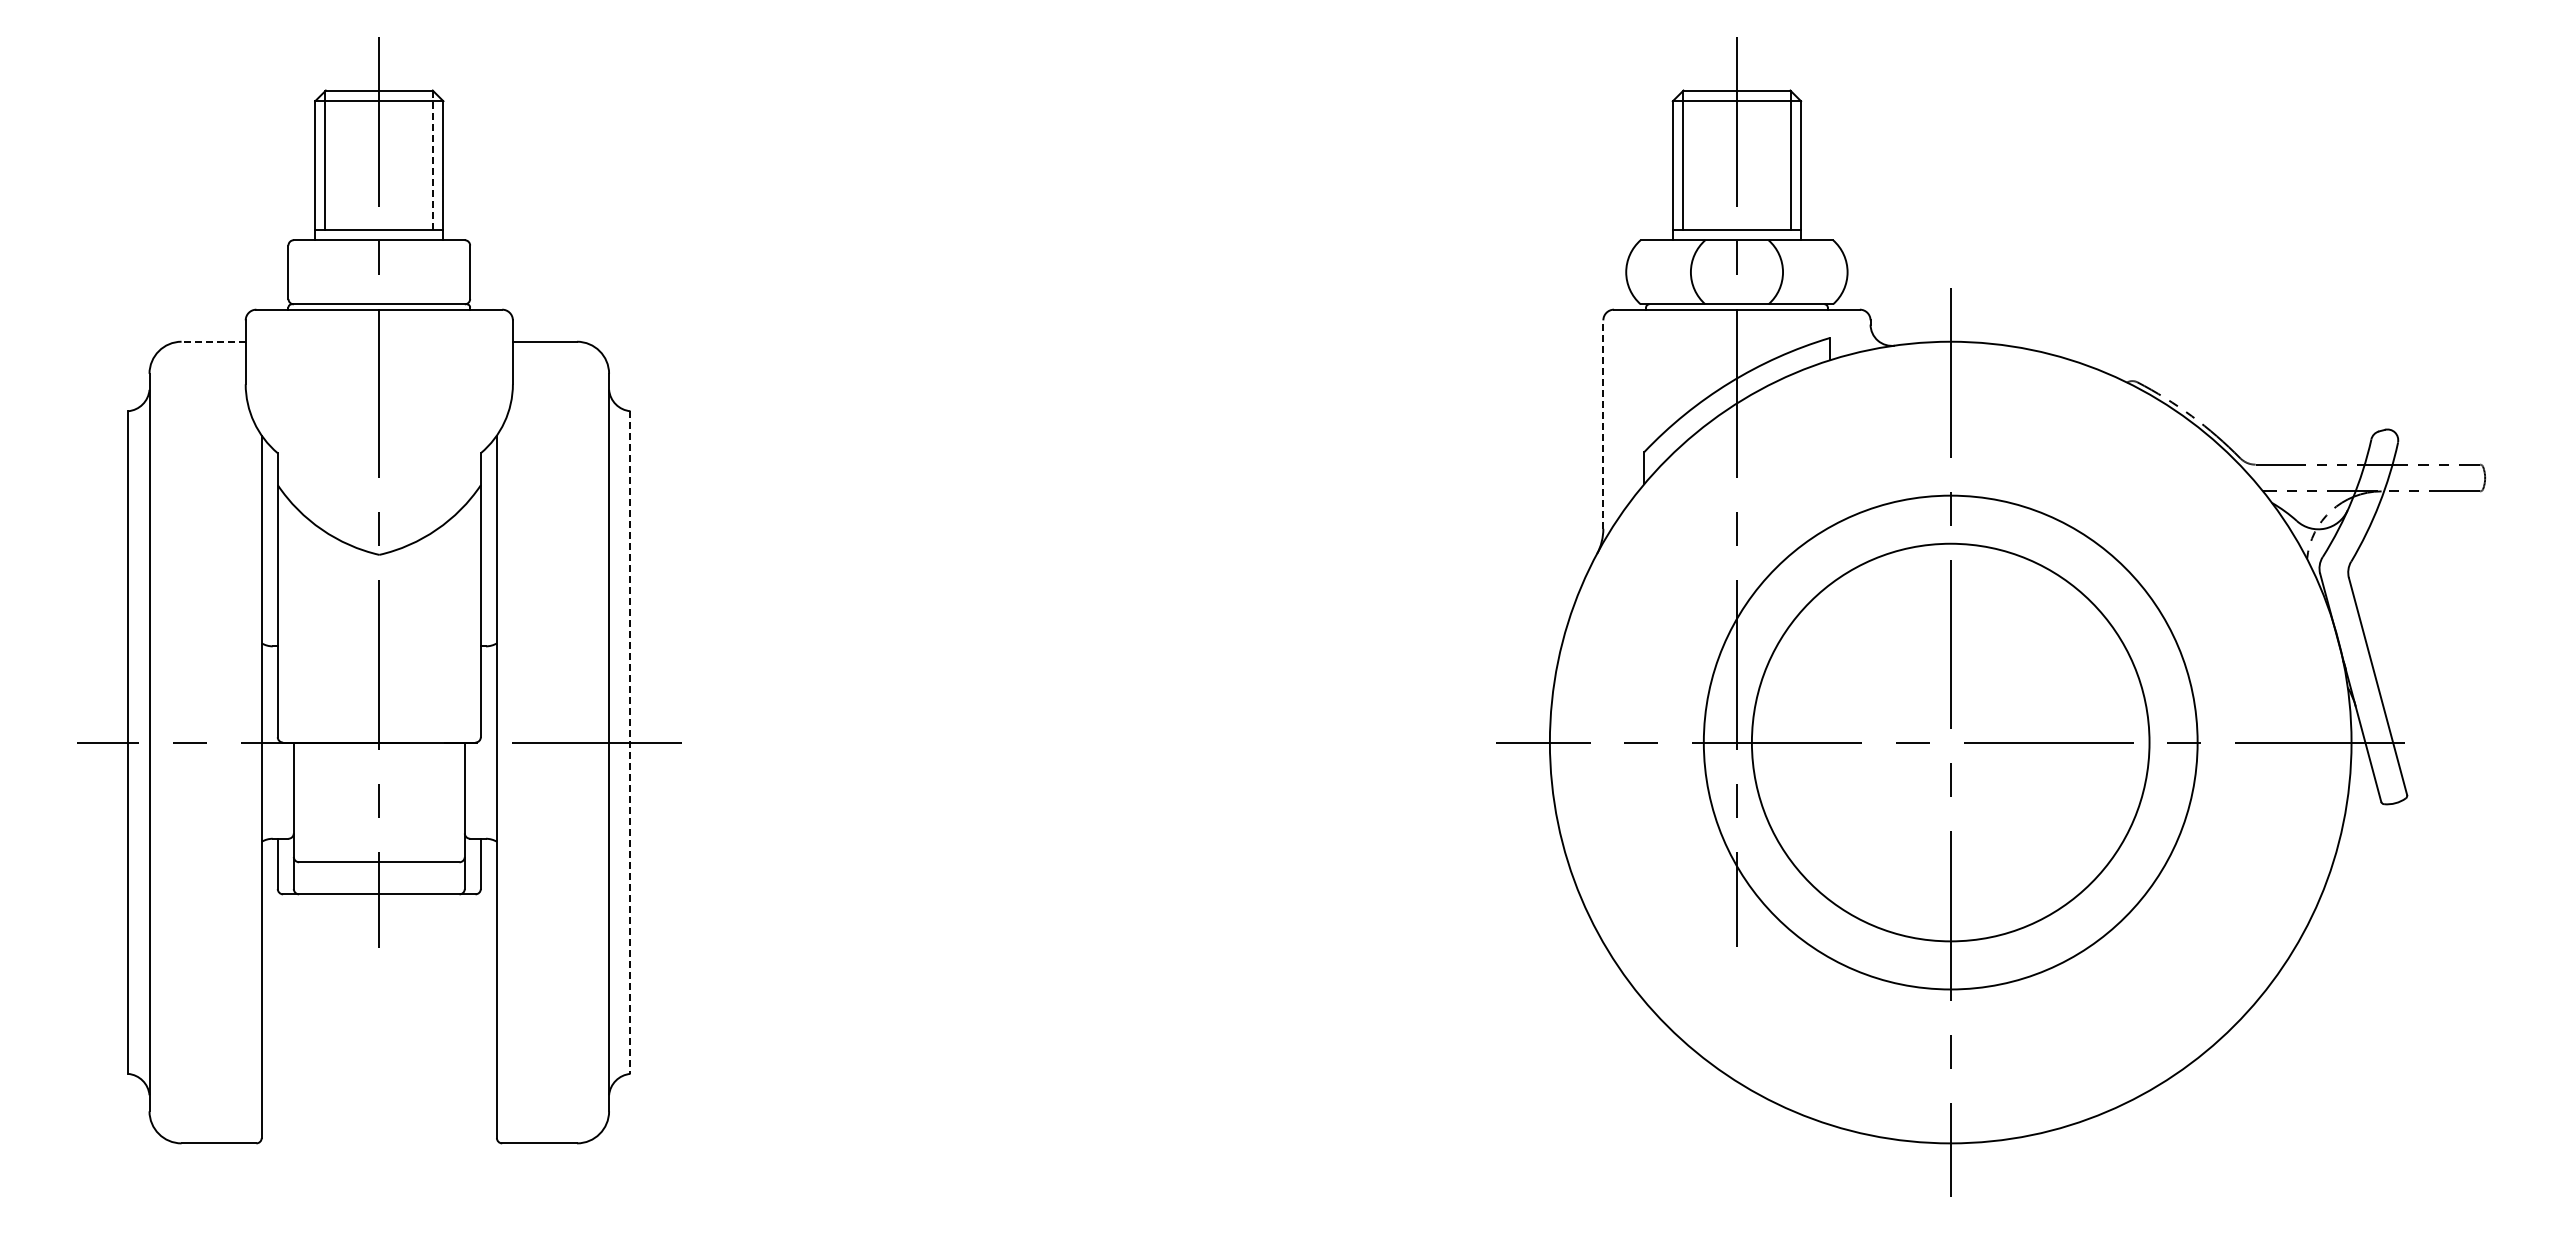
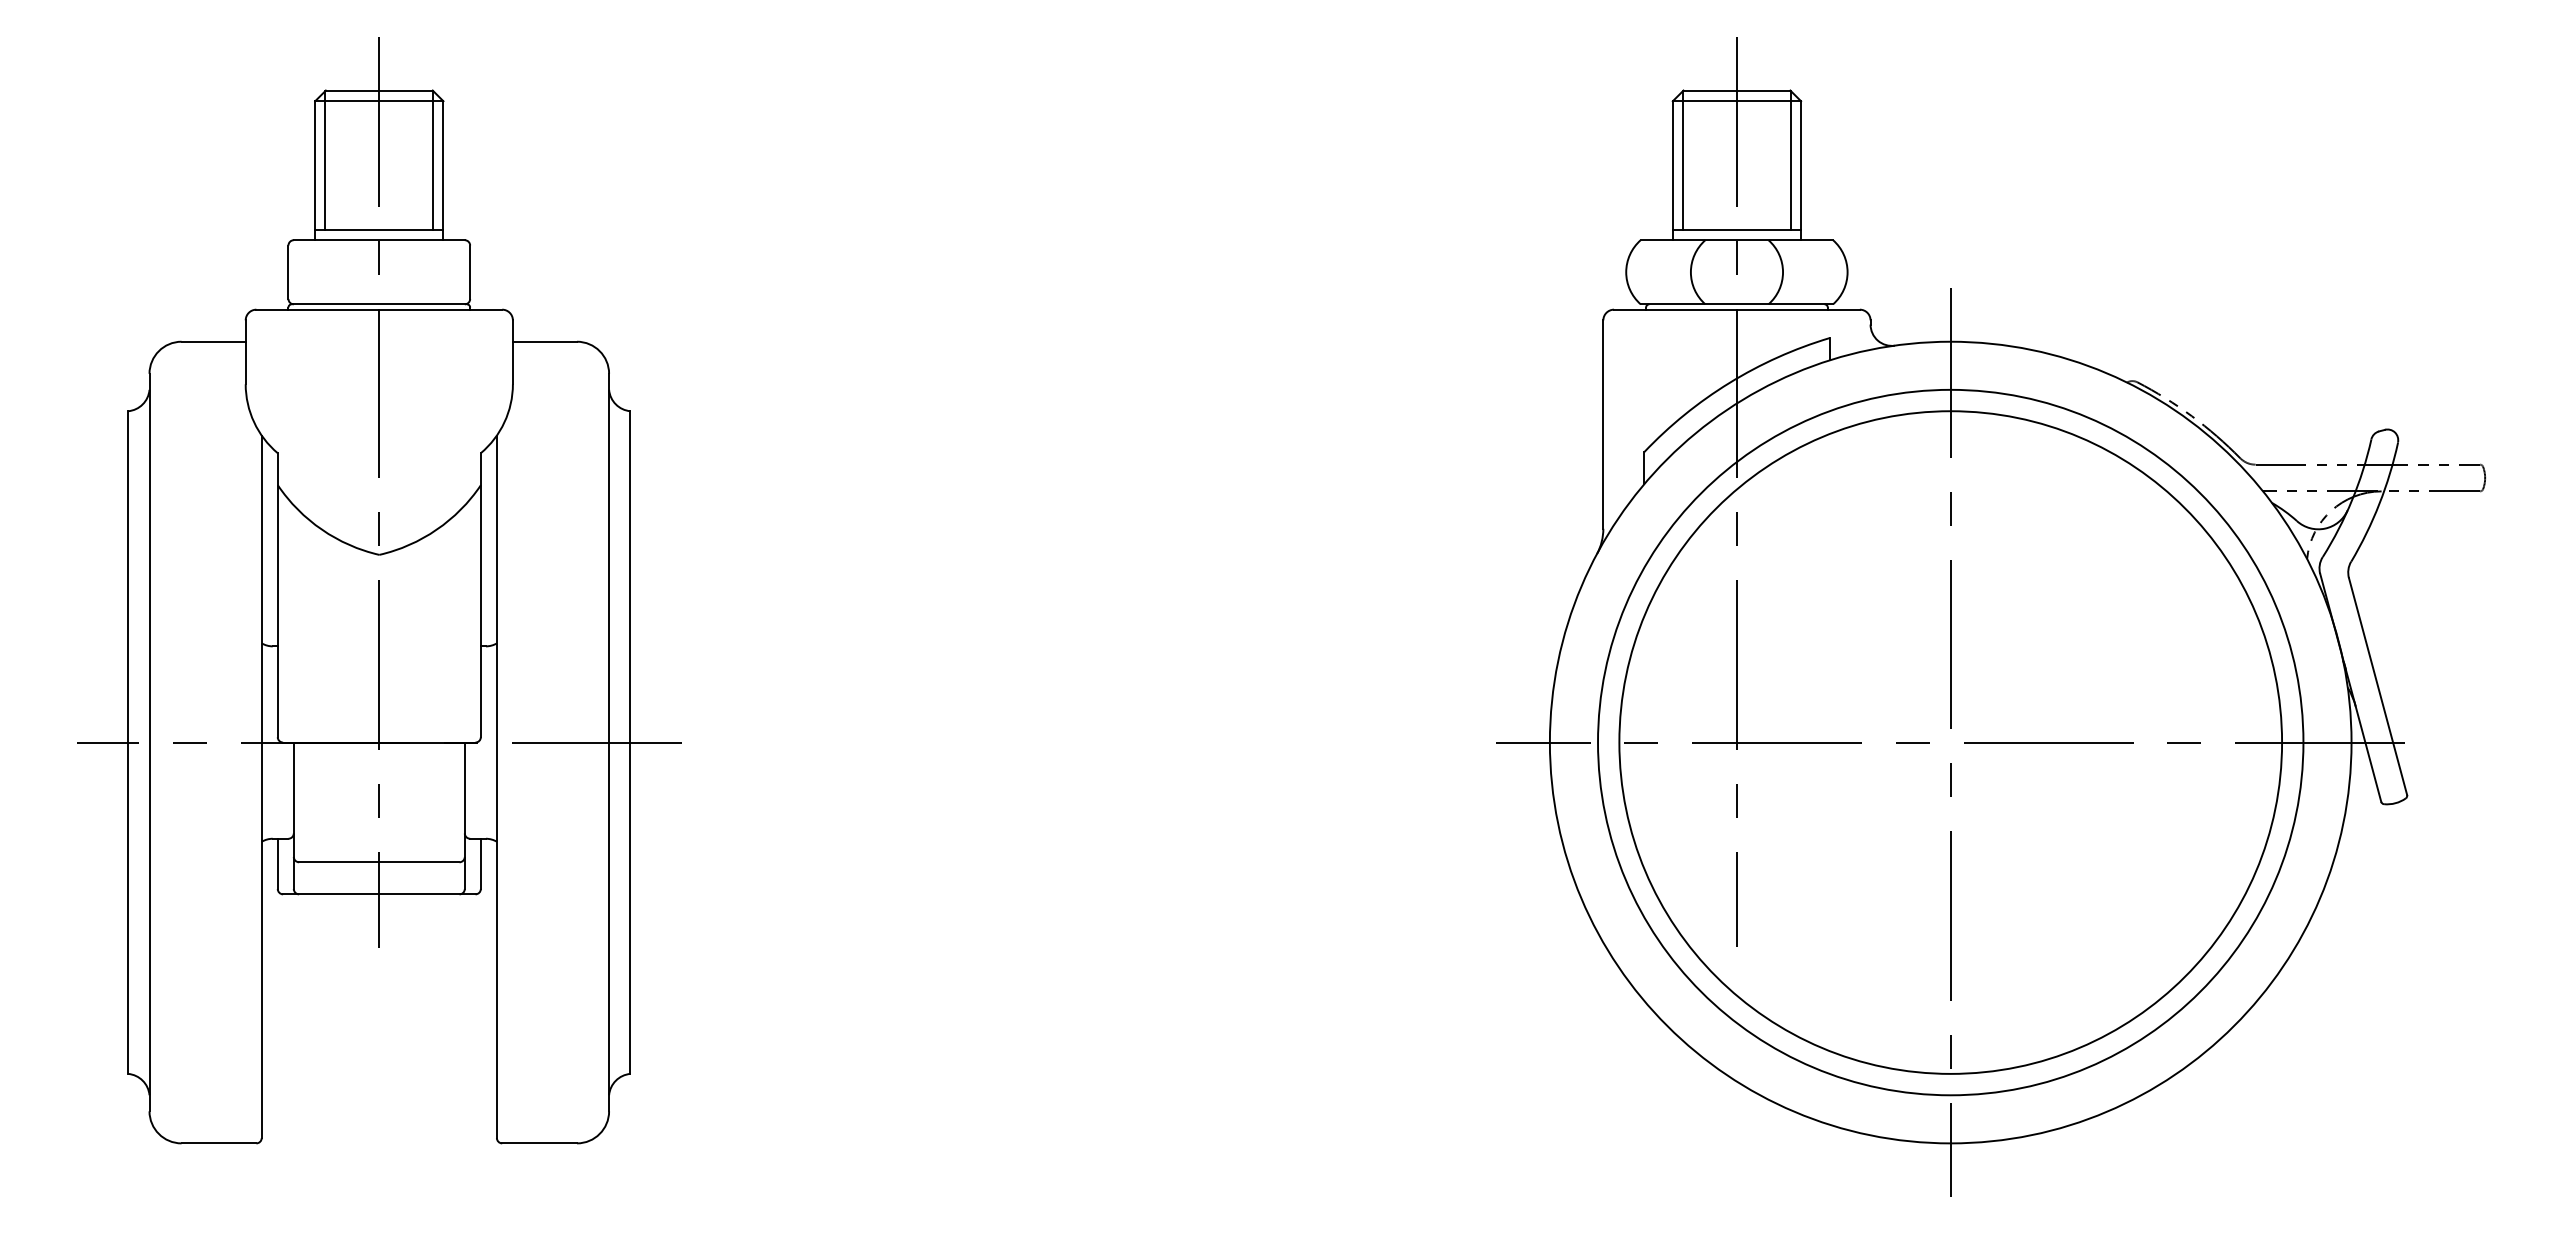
line at (433, 159): dashed -> solid
line at (213, 341): dashed -> solid
line at (1603, 424): dashed -> solid
circle at (1950, 742) diameter: 398 px -> 663 px
circle at (1950, 742) diameter: 494 px -> 705 px
line at (630, 743): dashed -> solid
